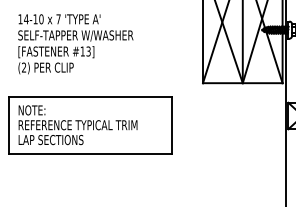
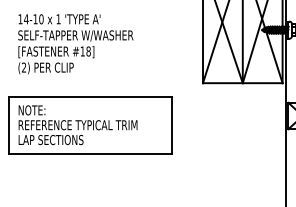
text at (58, 19): 7 -> 1
text at (88, 51): #13] -> #18]
